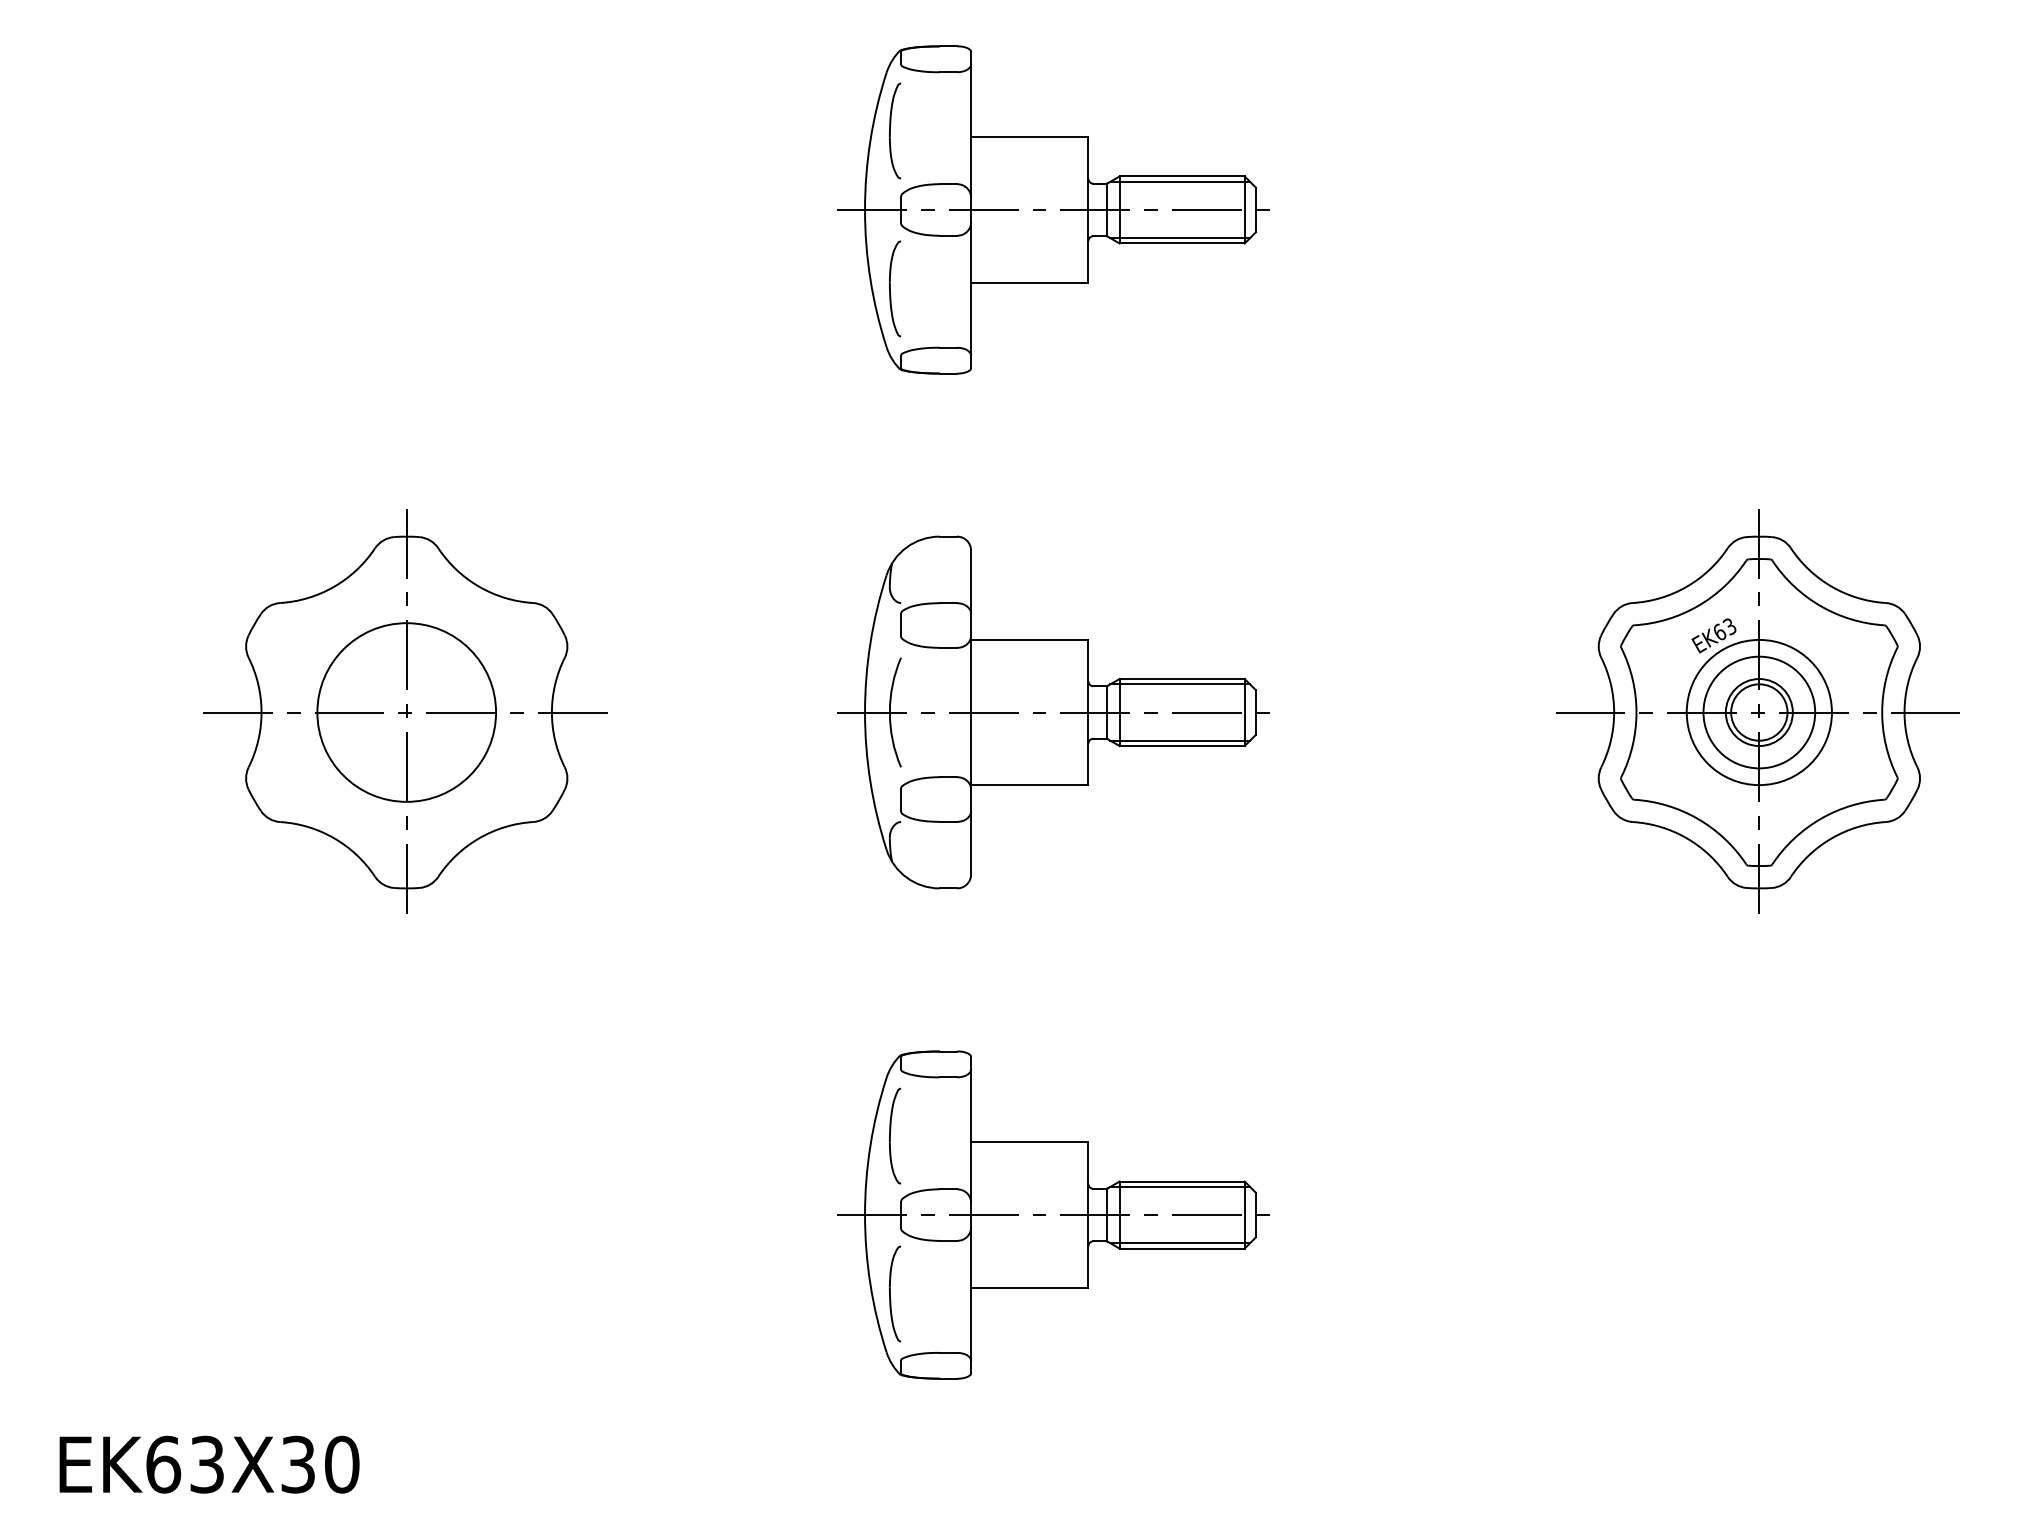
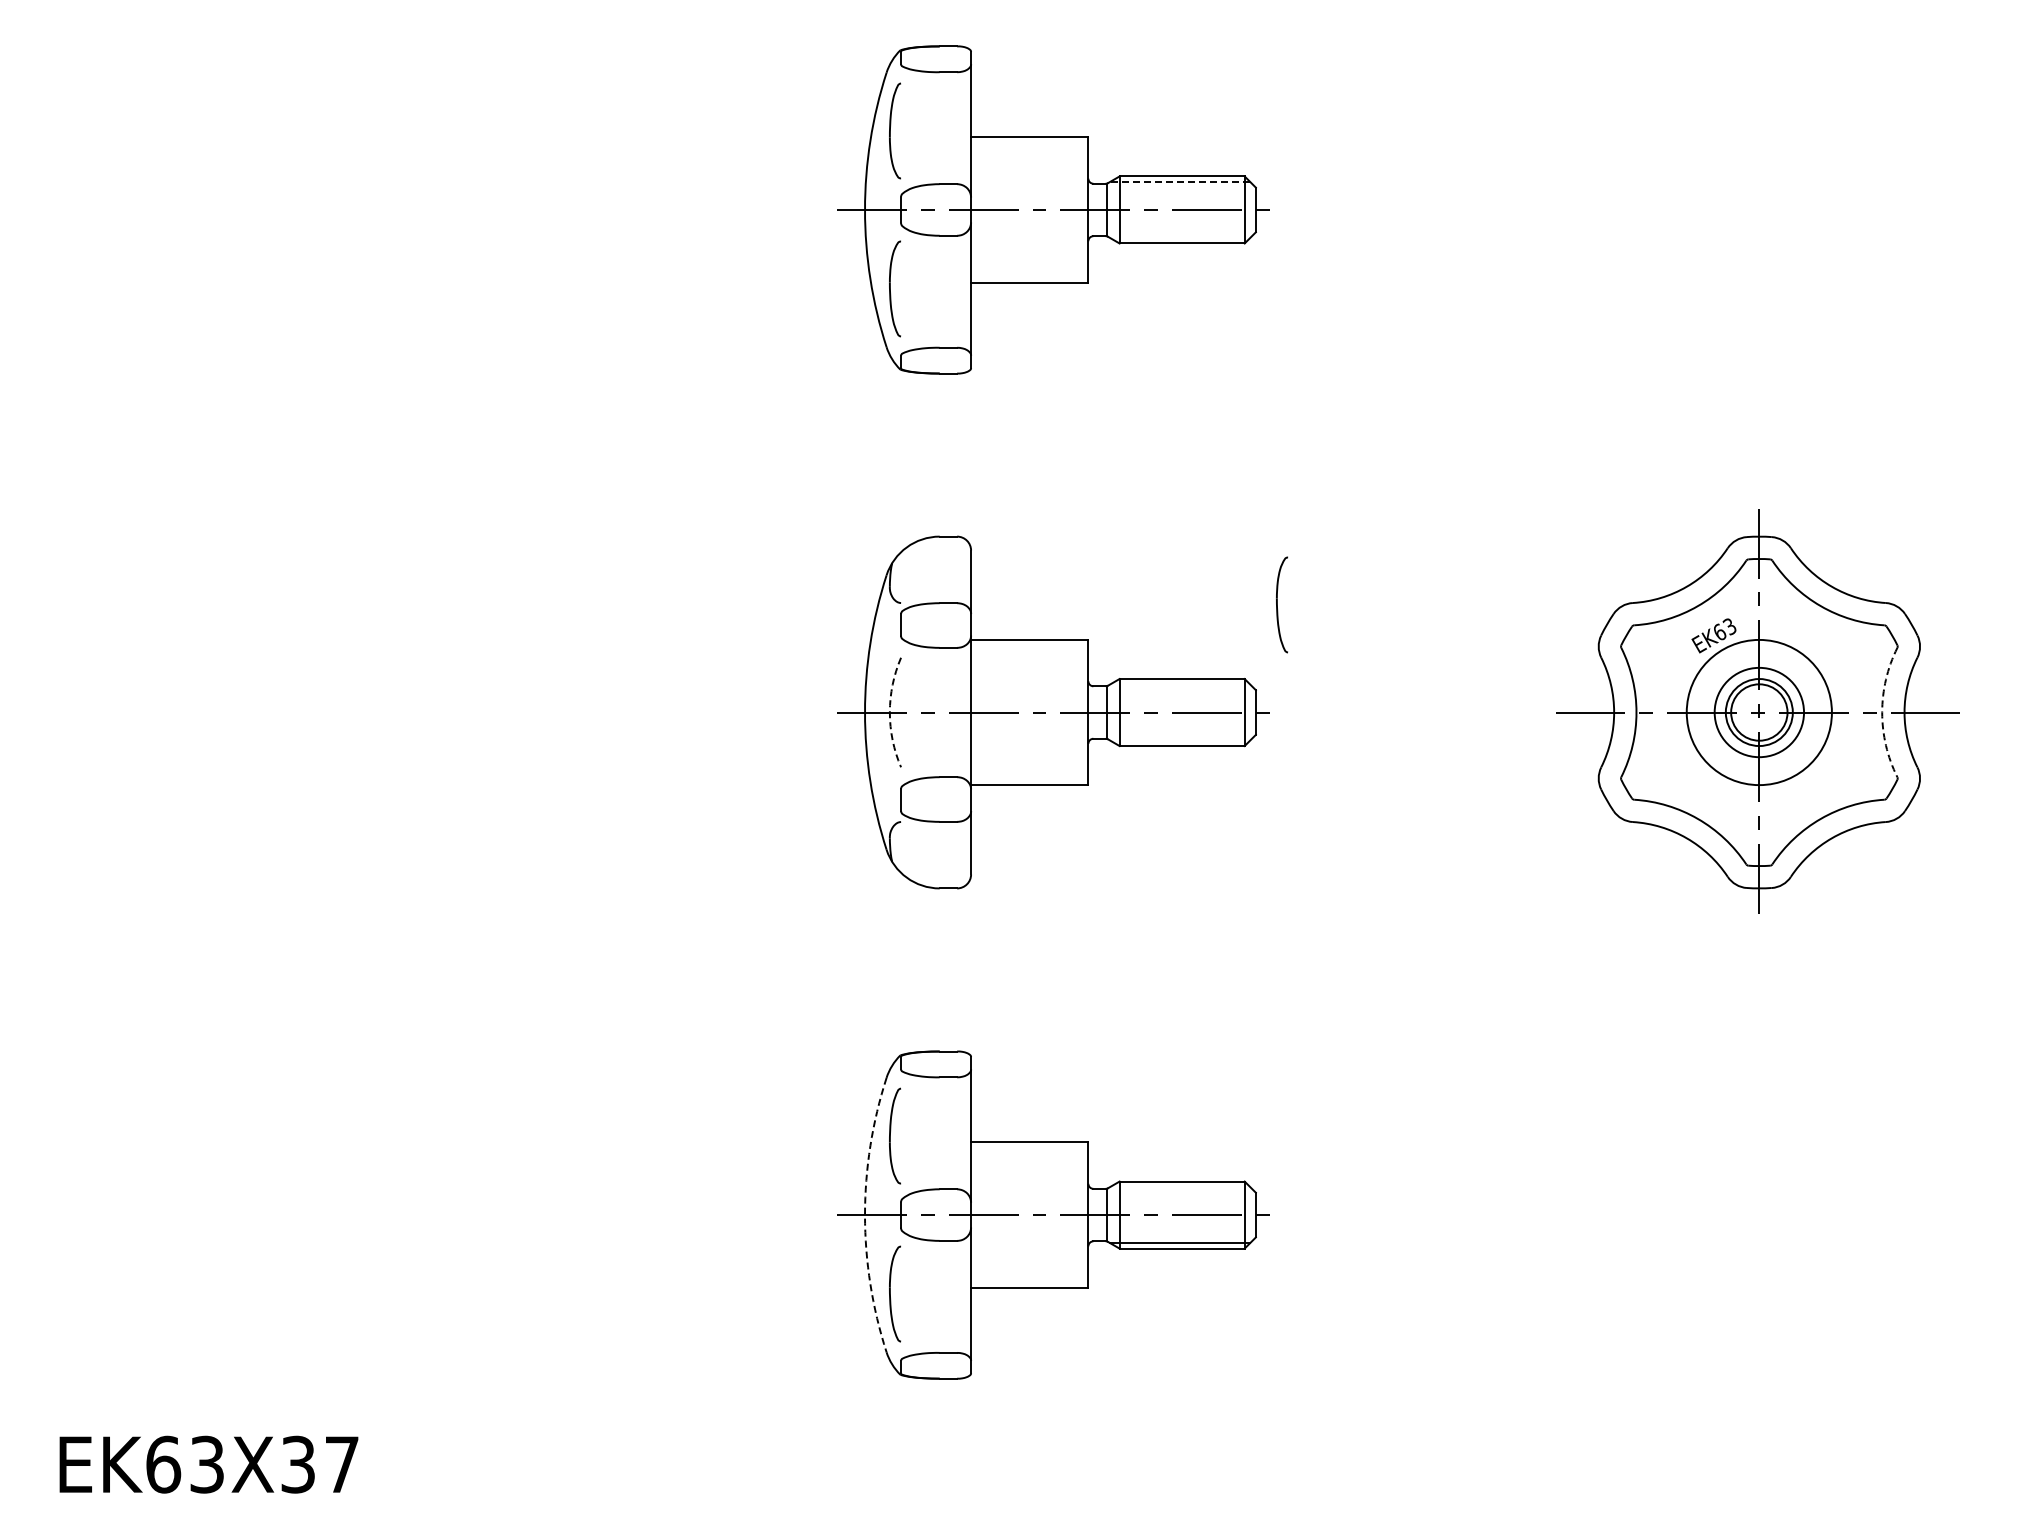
line at (1180, 181): solid -> dashed
line at (1180, 238): present -> none
part at (1281, 604): none -> present
line at (1180, 684): present -> none
part at (405, 711): present -> none
arc at (889, 712): solid -> dashed
circle at (1759, 712) diameter: 112 px -> 89 px
arc at (1882, 712): solid -> dashed
line at (1180, 740): present -> none
line at (1180, 1186): present -> none
arc at (865, 1215): solid -> dashed
text at (342, 1464): EK63X30 -> EK63X37
